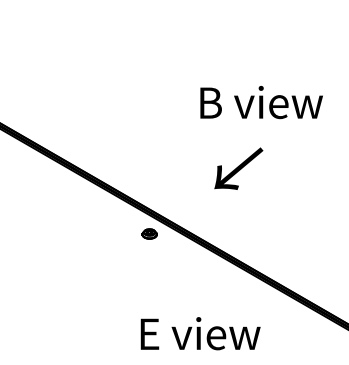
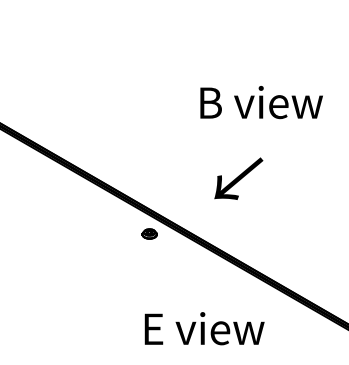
text at (238, 168) position: (238, 168) -> (238, 178)
text at (200, 333) position: (200, 333) -> (204, 328)
